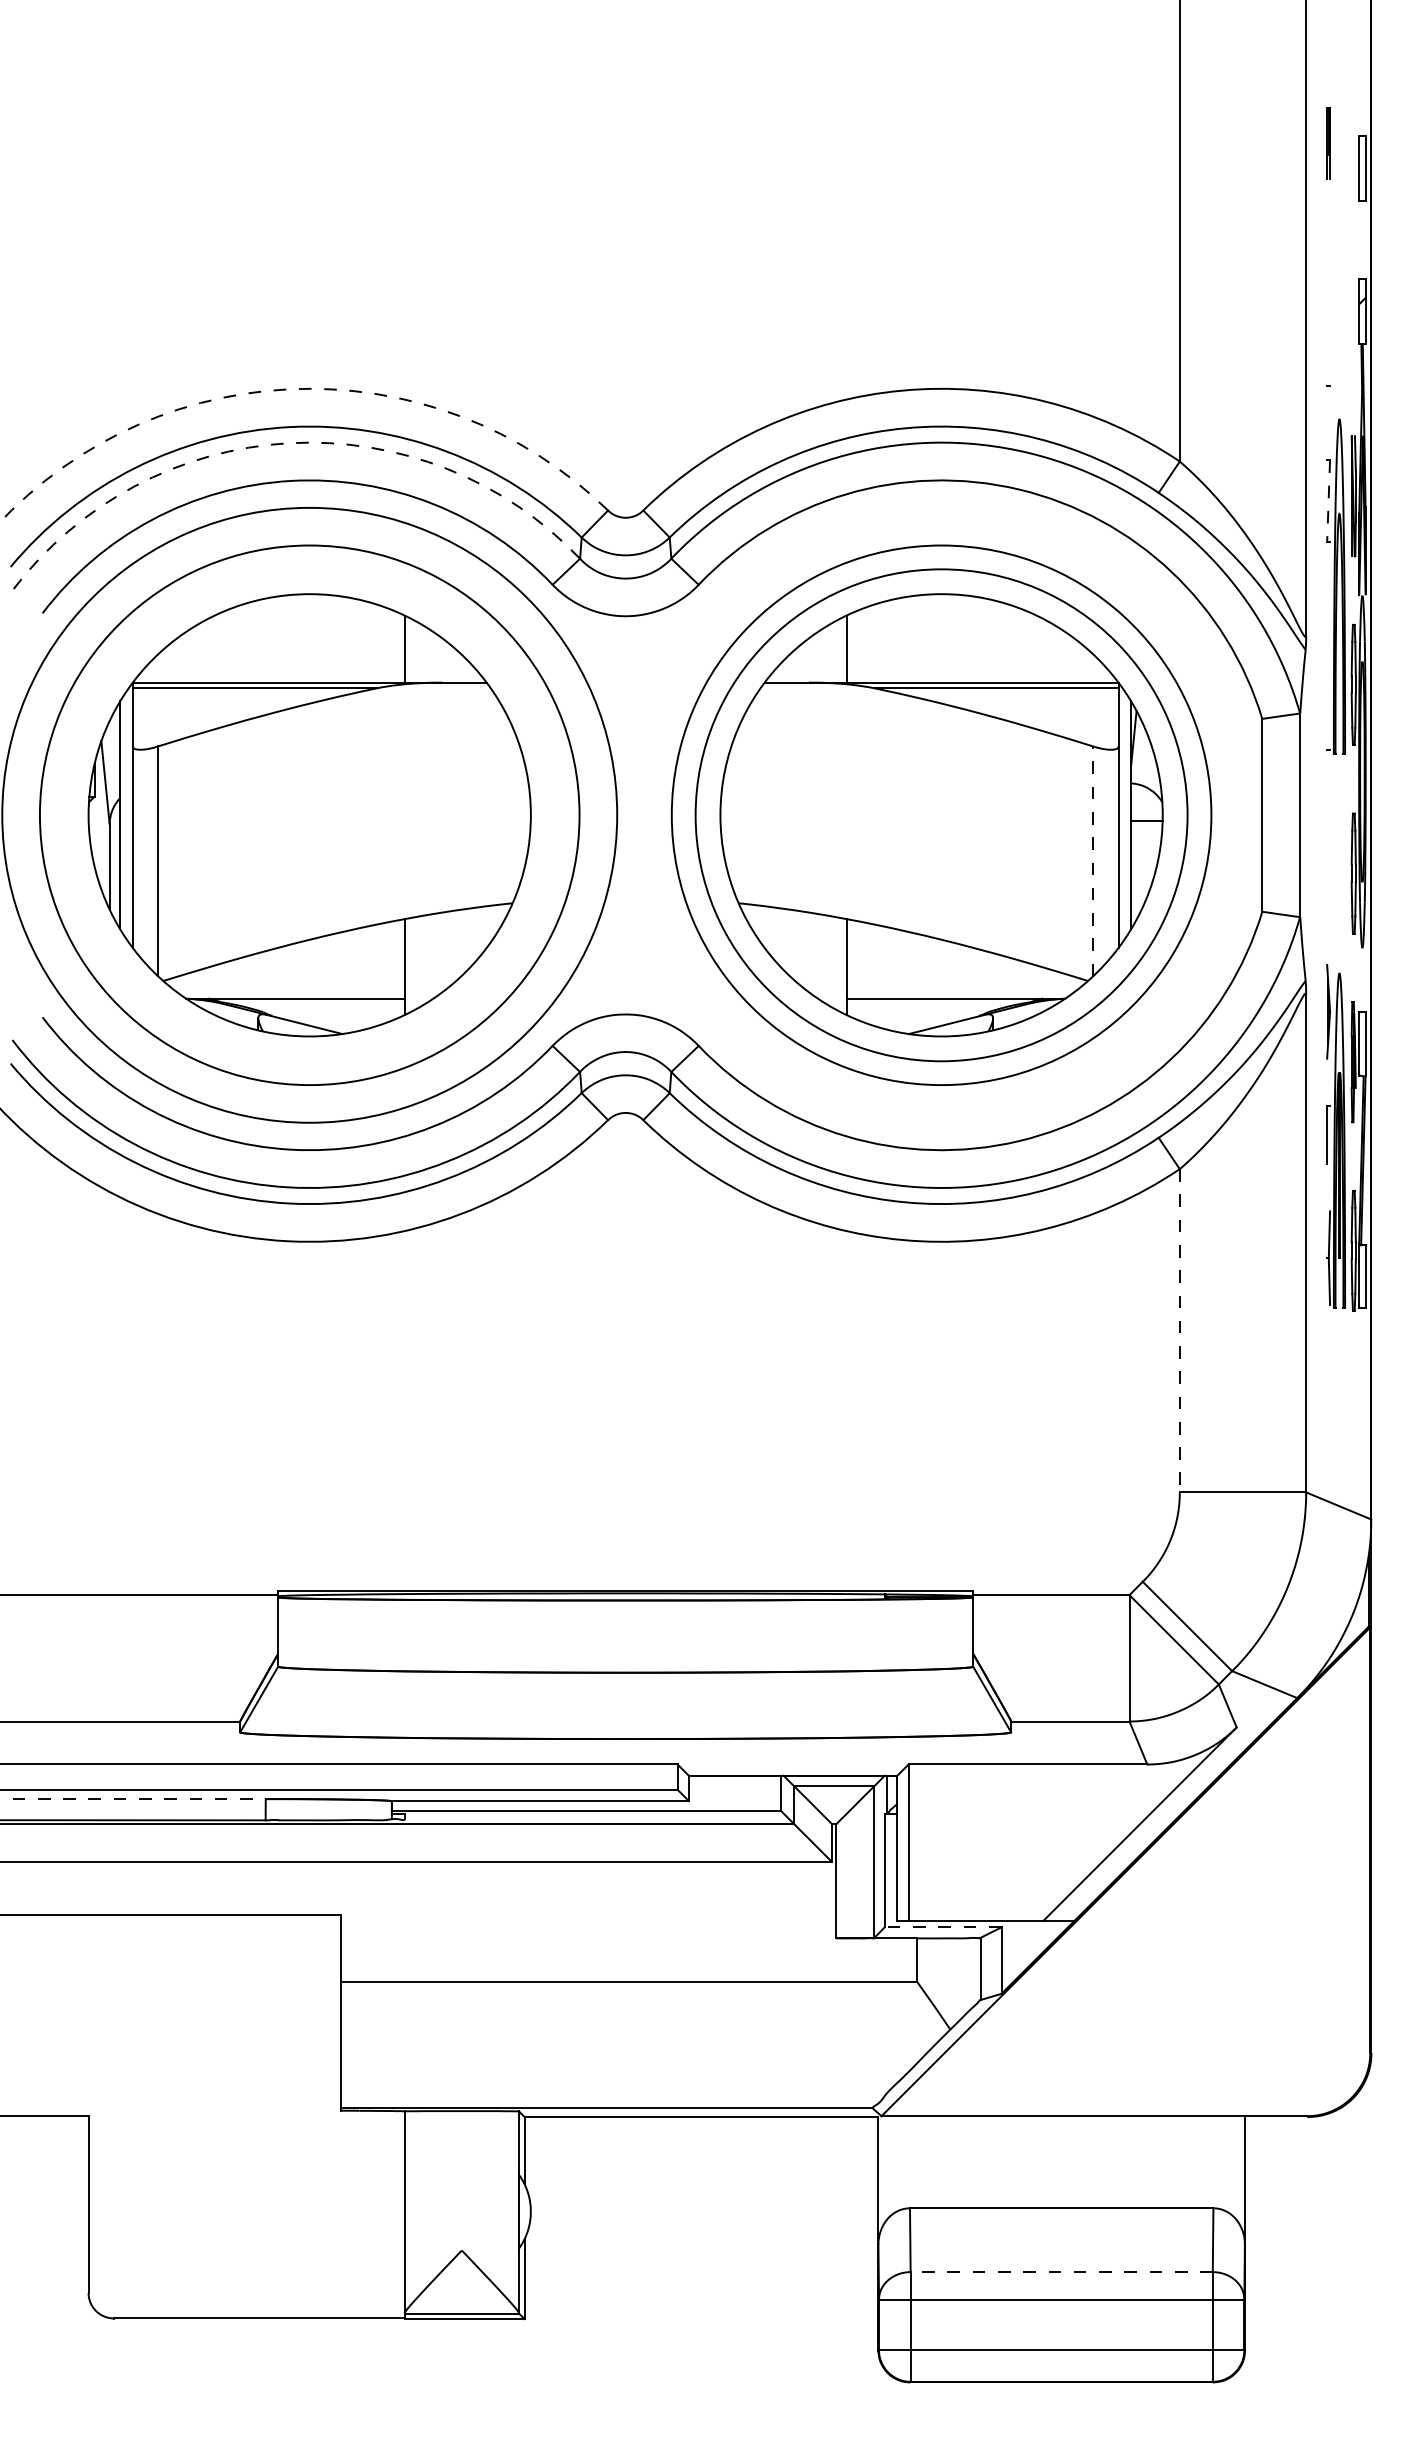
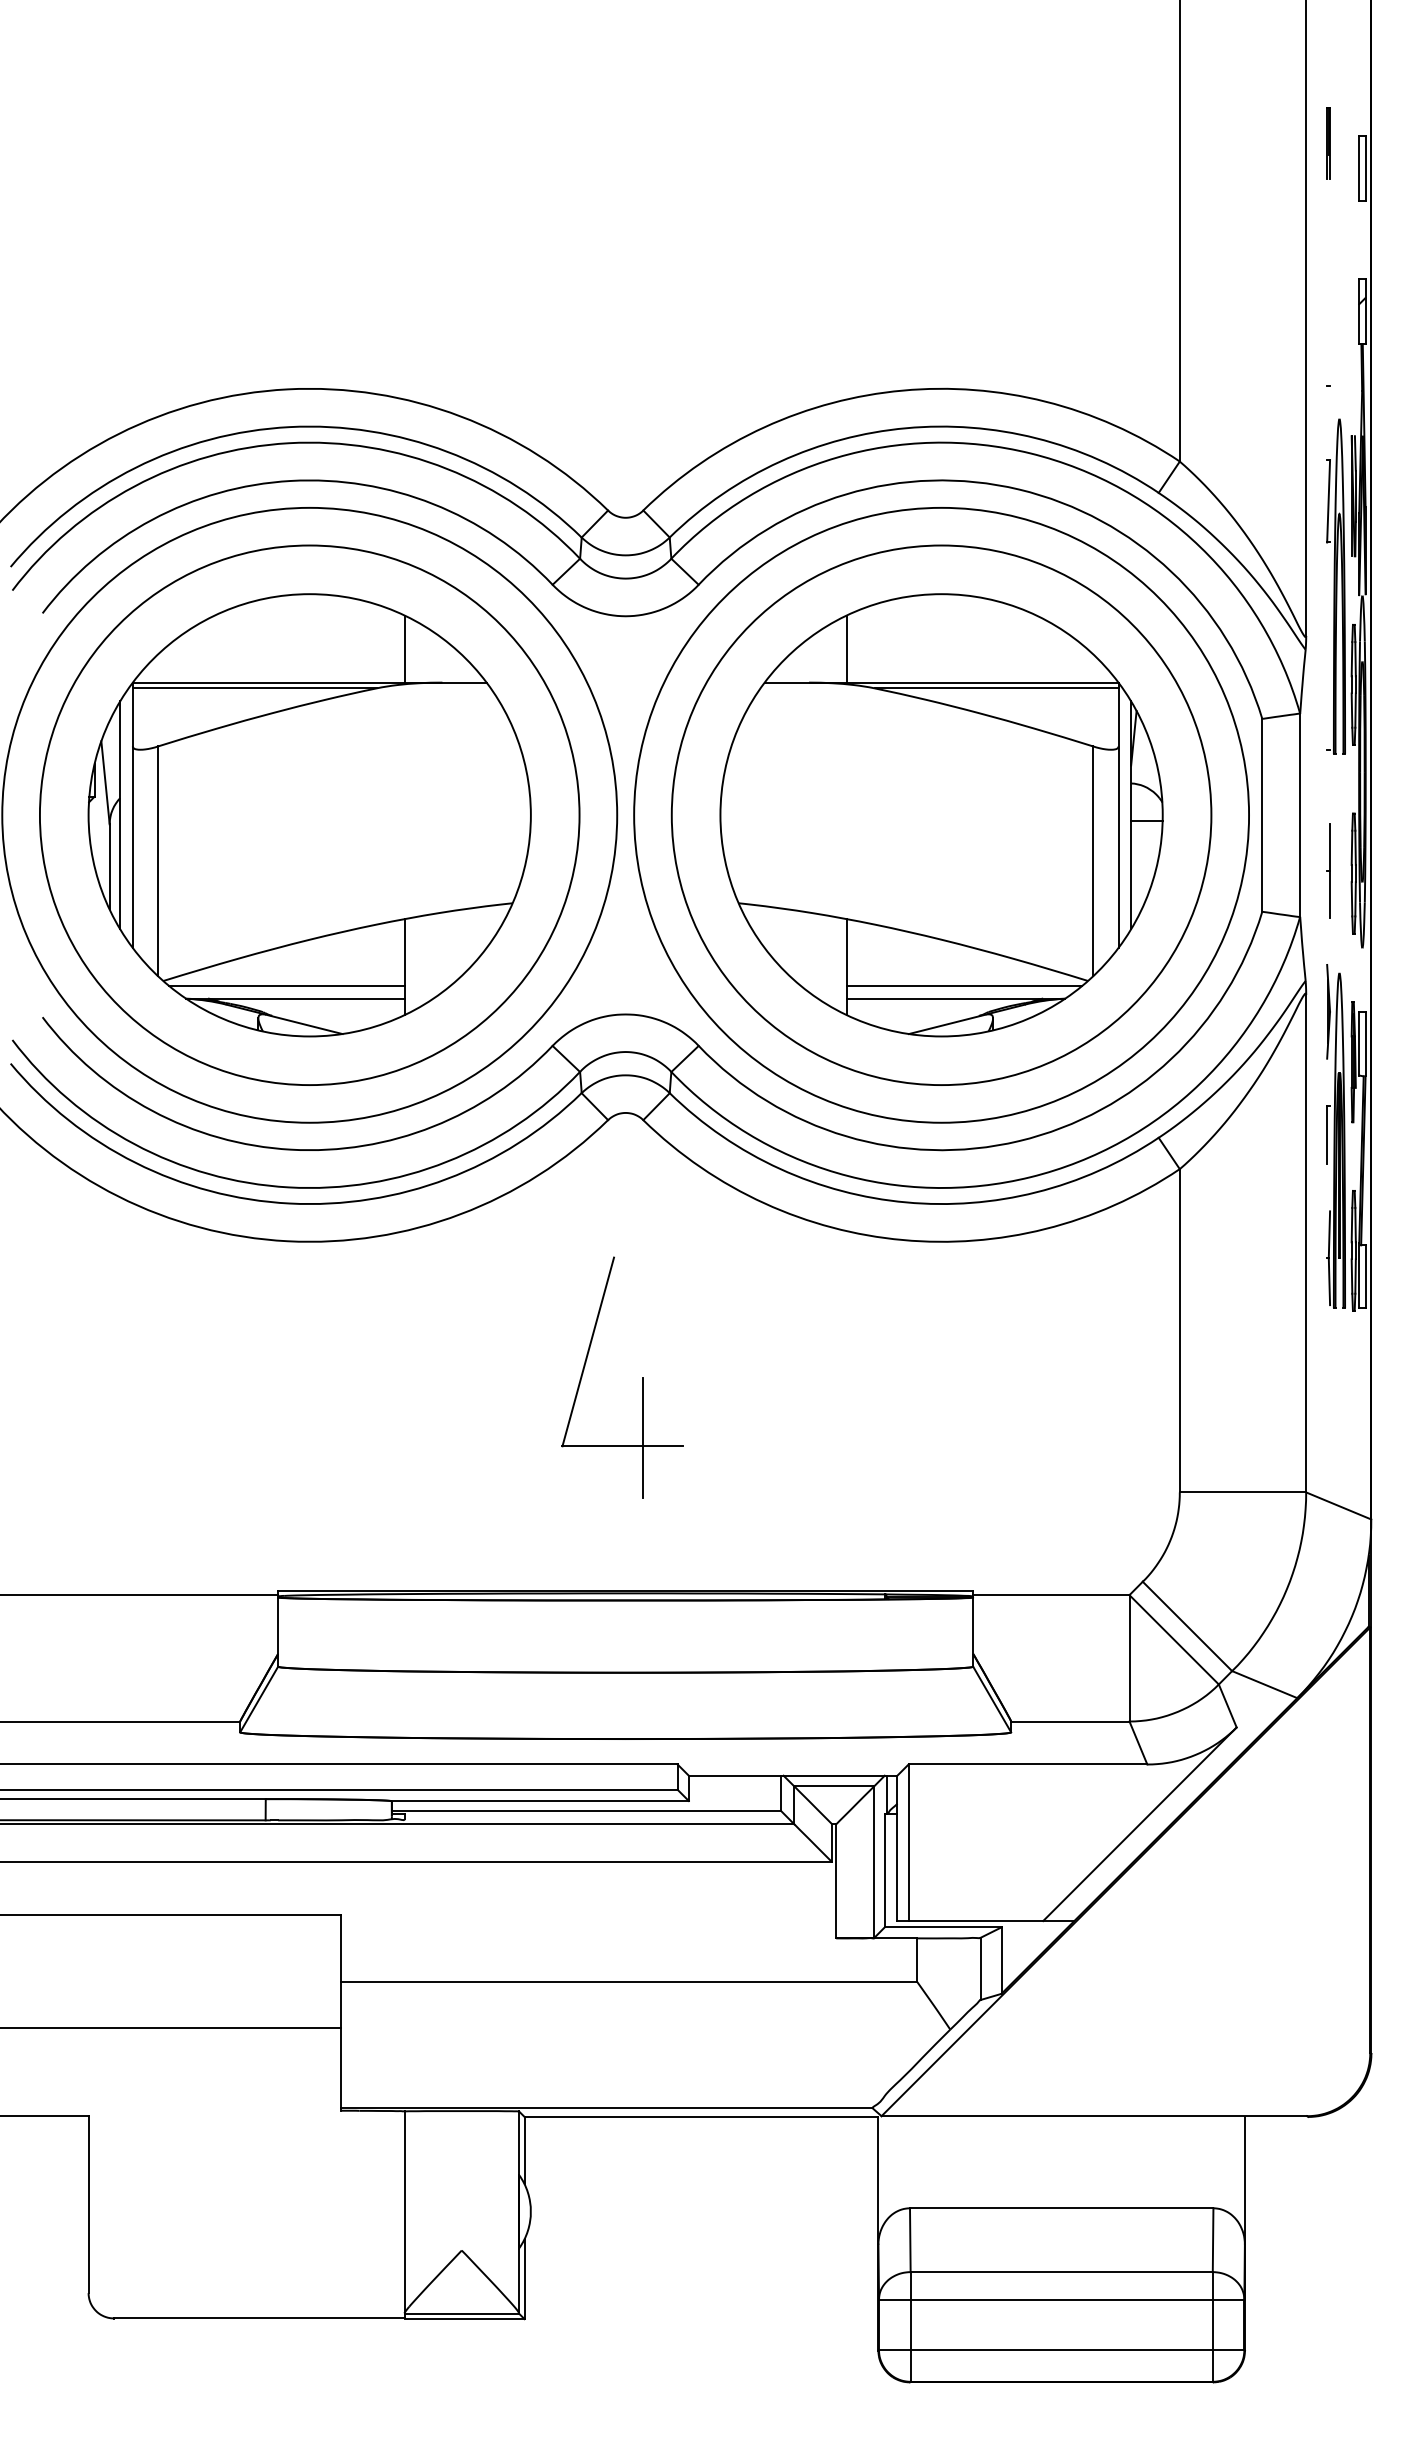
arc at (300, 388): dashed -> solid
arc at (288, 443): dashed -> solid
line at (1328, 501): dashed -> solid
circle at (941, 815) diameter: 492 px -> 615 px
line at (1093, 861): dashed -> solid
part at (1328, 870): none -> present
line at (286, 985): none -> present
line at (964, 985): none -> present
line at (1179, 1330): dashed -> solid
part at (642, 1377): none -> present
line at (133, 1799): dashed -> solid
line at (942, 1927): dashed -> solid
line at (171, 2028): none -> present
line at (1061, 2272): dashed -> solid
